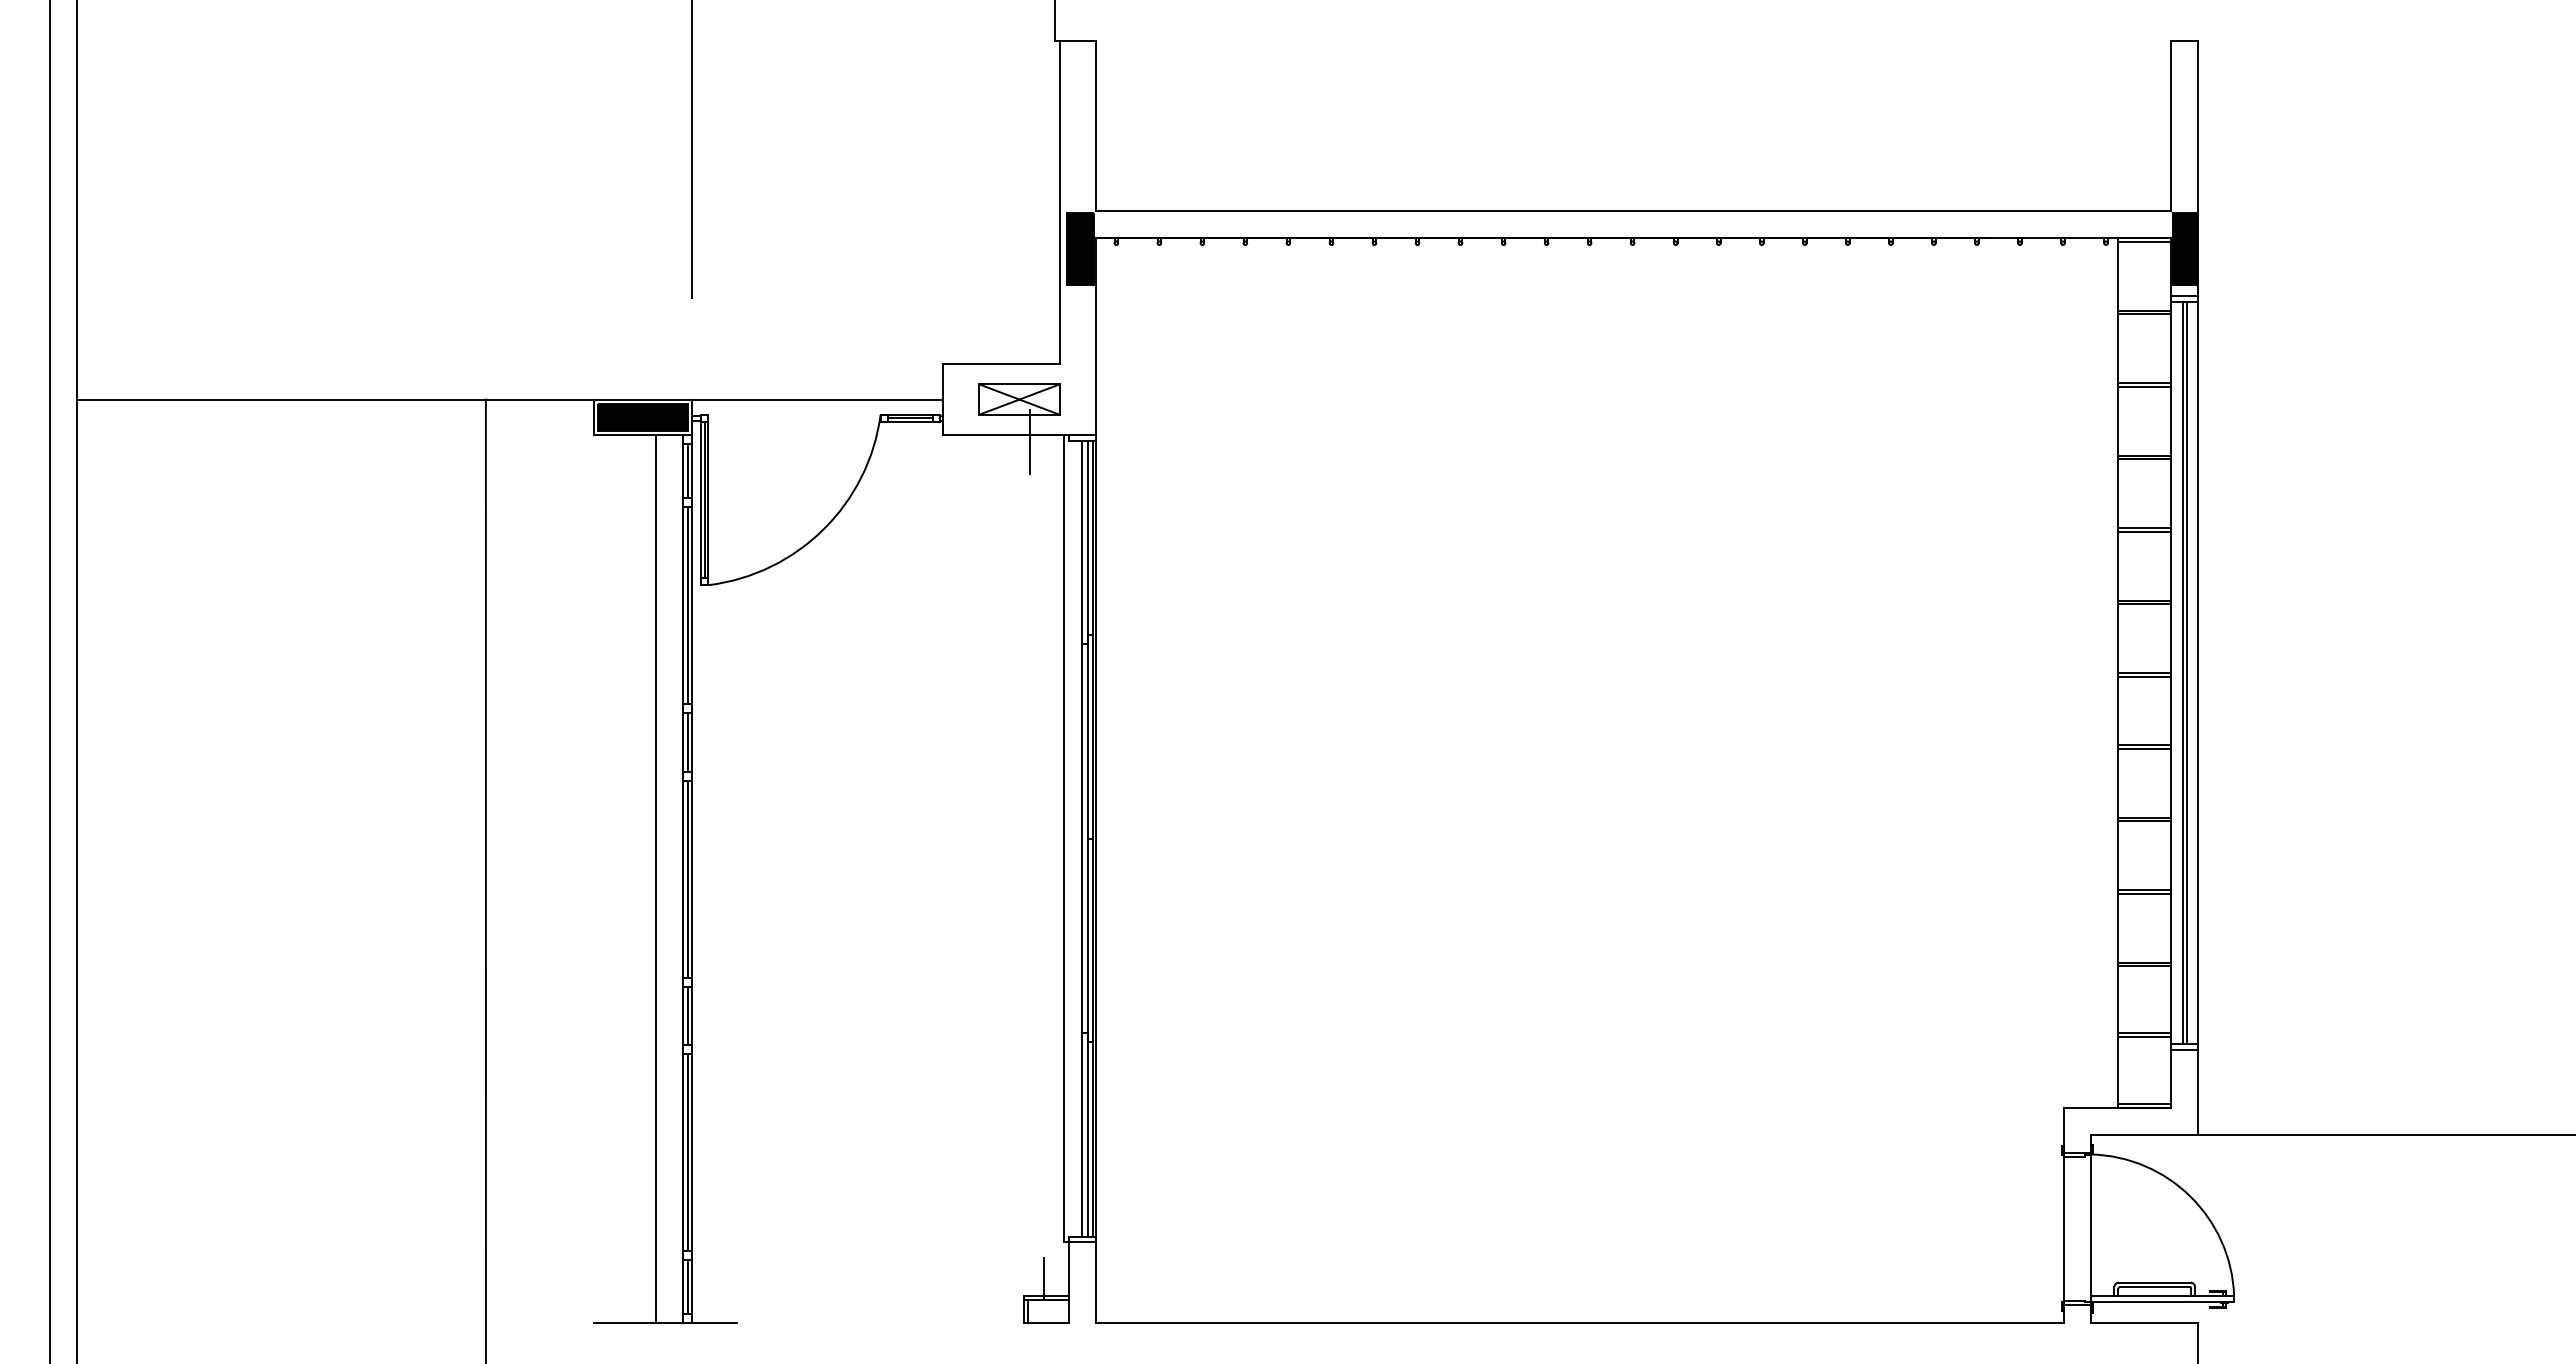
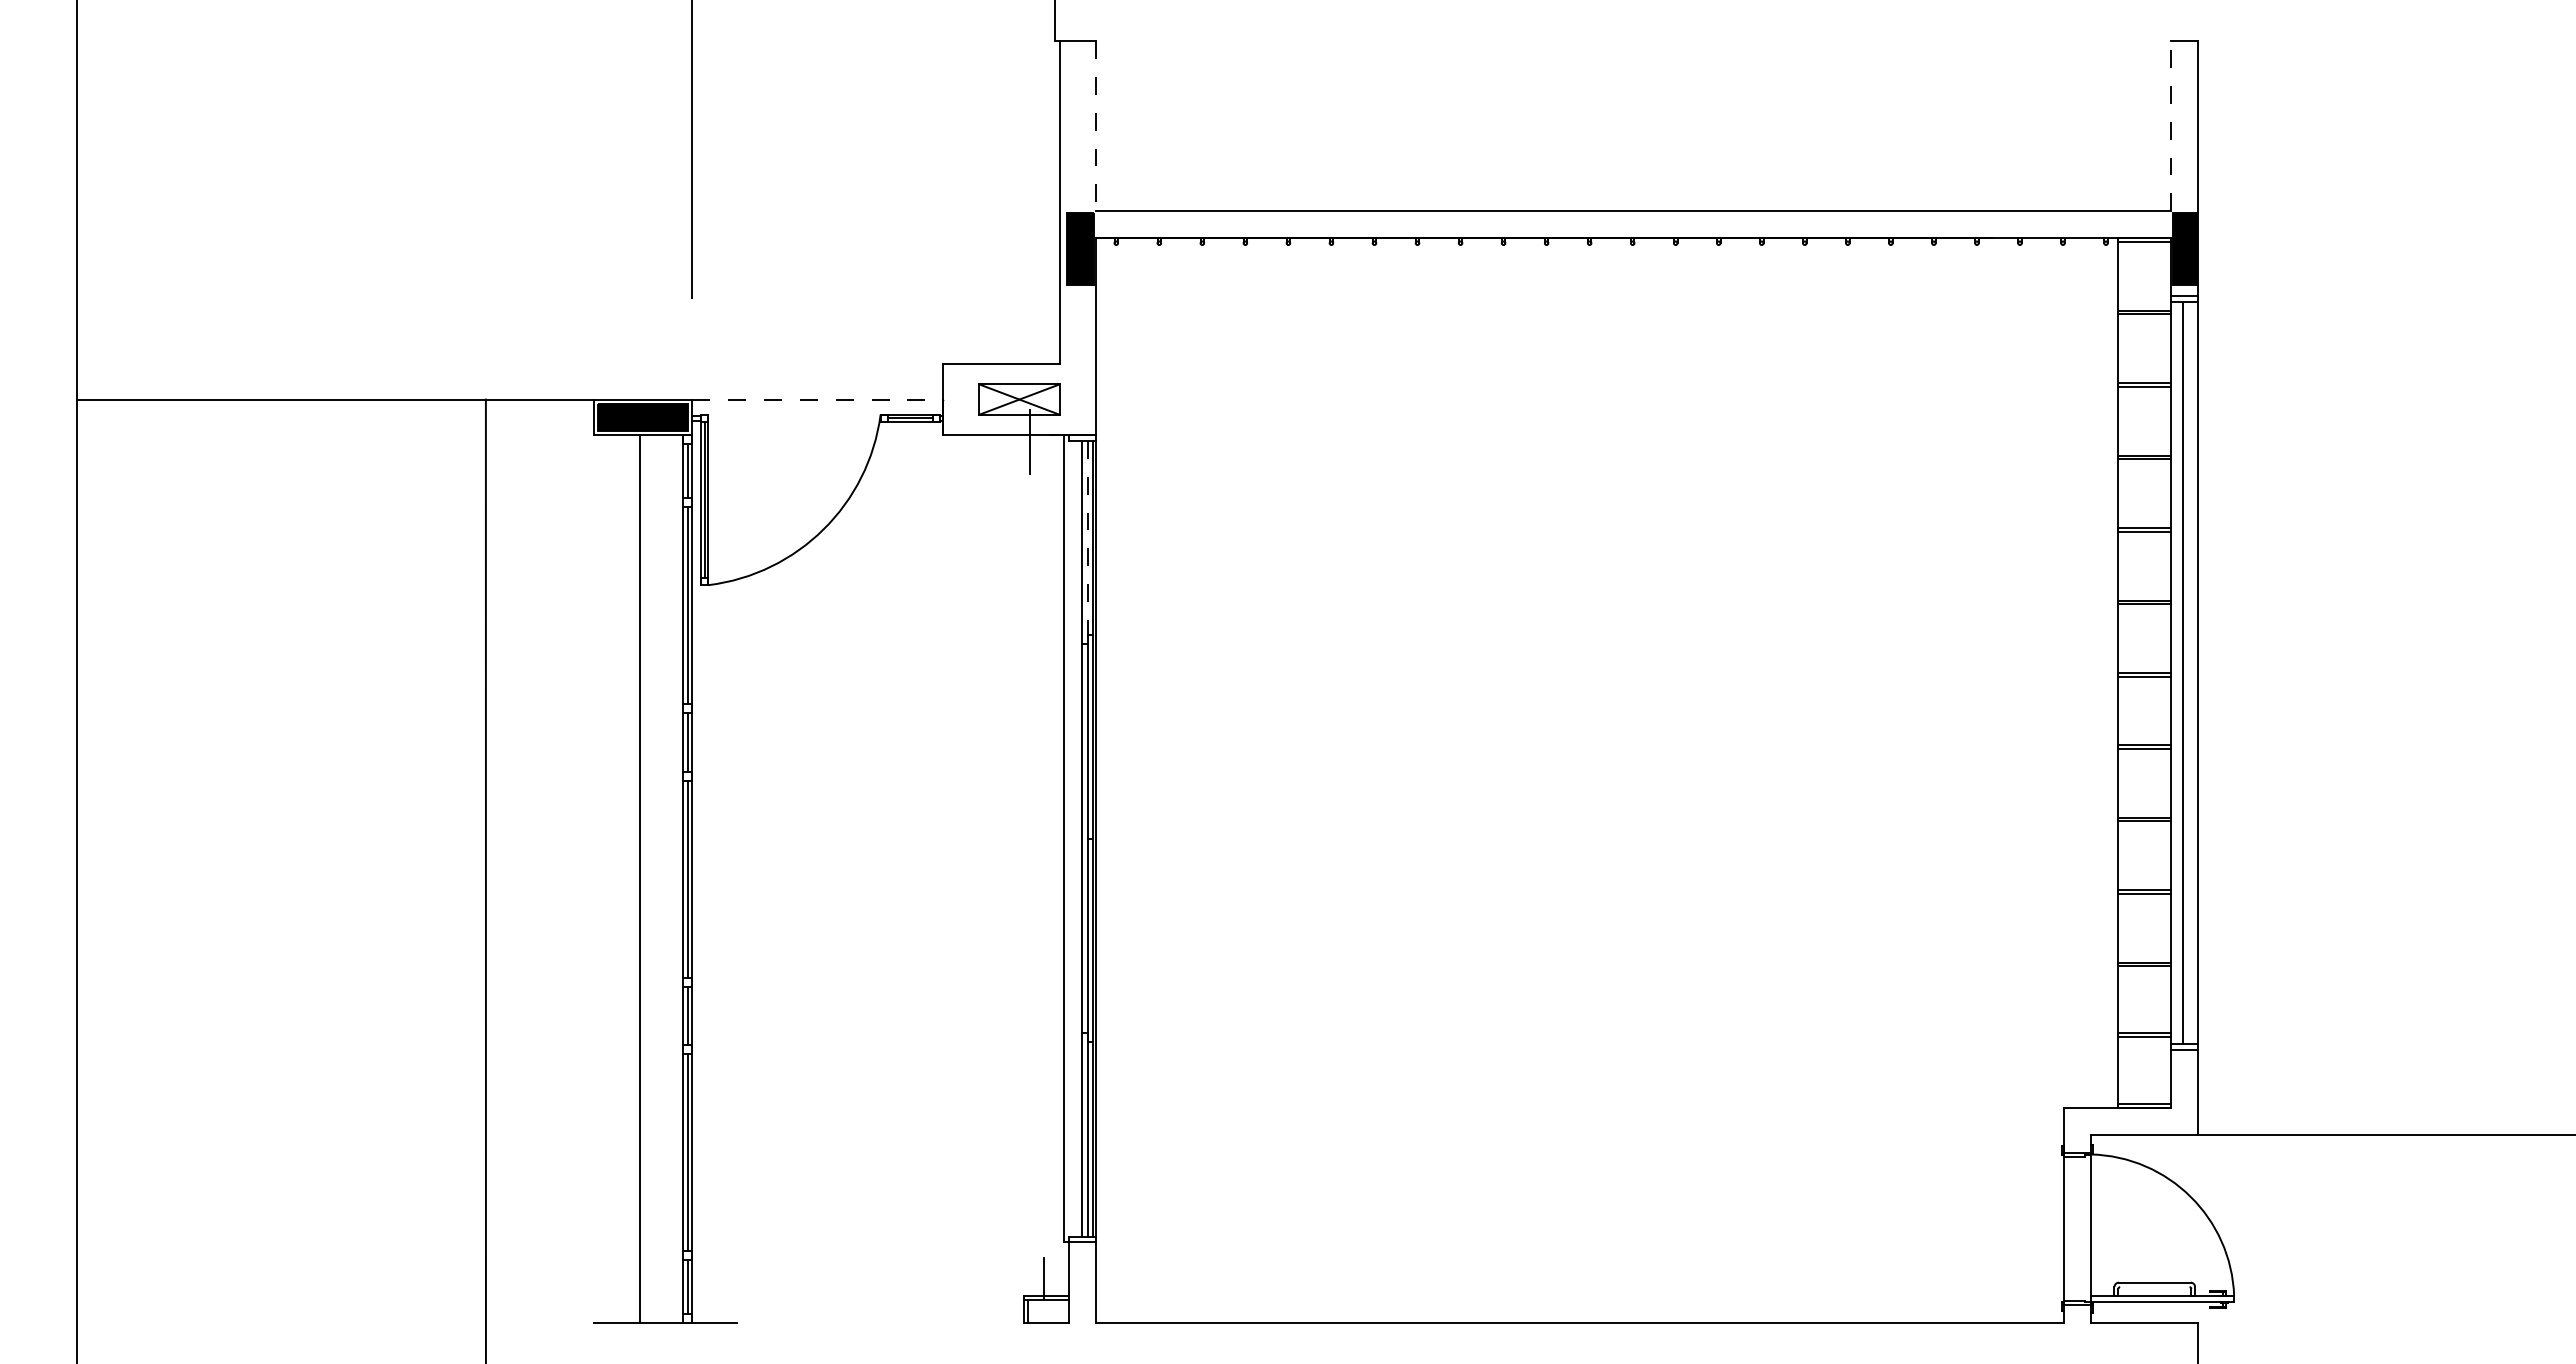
line at (2171, 125): solid -> dashed
line at (1095, 126): solid -> dashed
line at (817, 399): solid -> dashed
line at (1087, 542): solid -> dashed
line at (2186, 672): present -> none
line at (50, 681): present -> none
line at (656, 878) position: (656, 878) -> (640, 878)
line at (2154, 1287): present -> none
